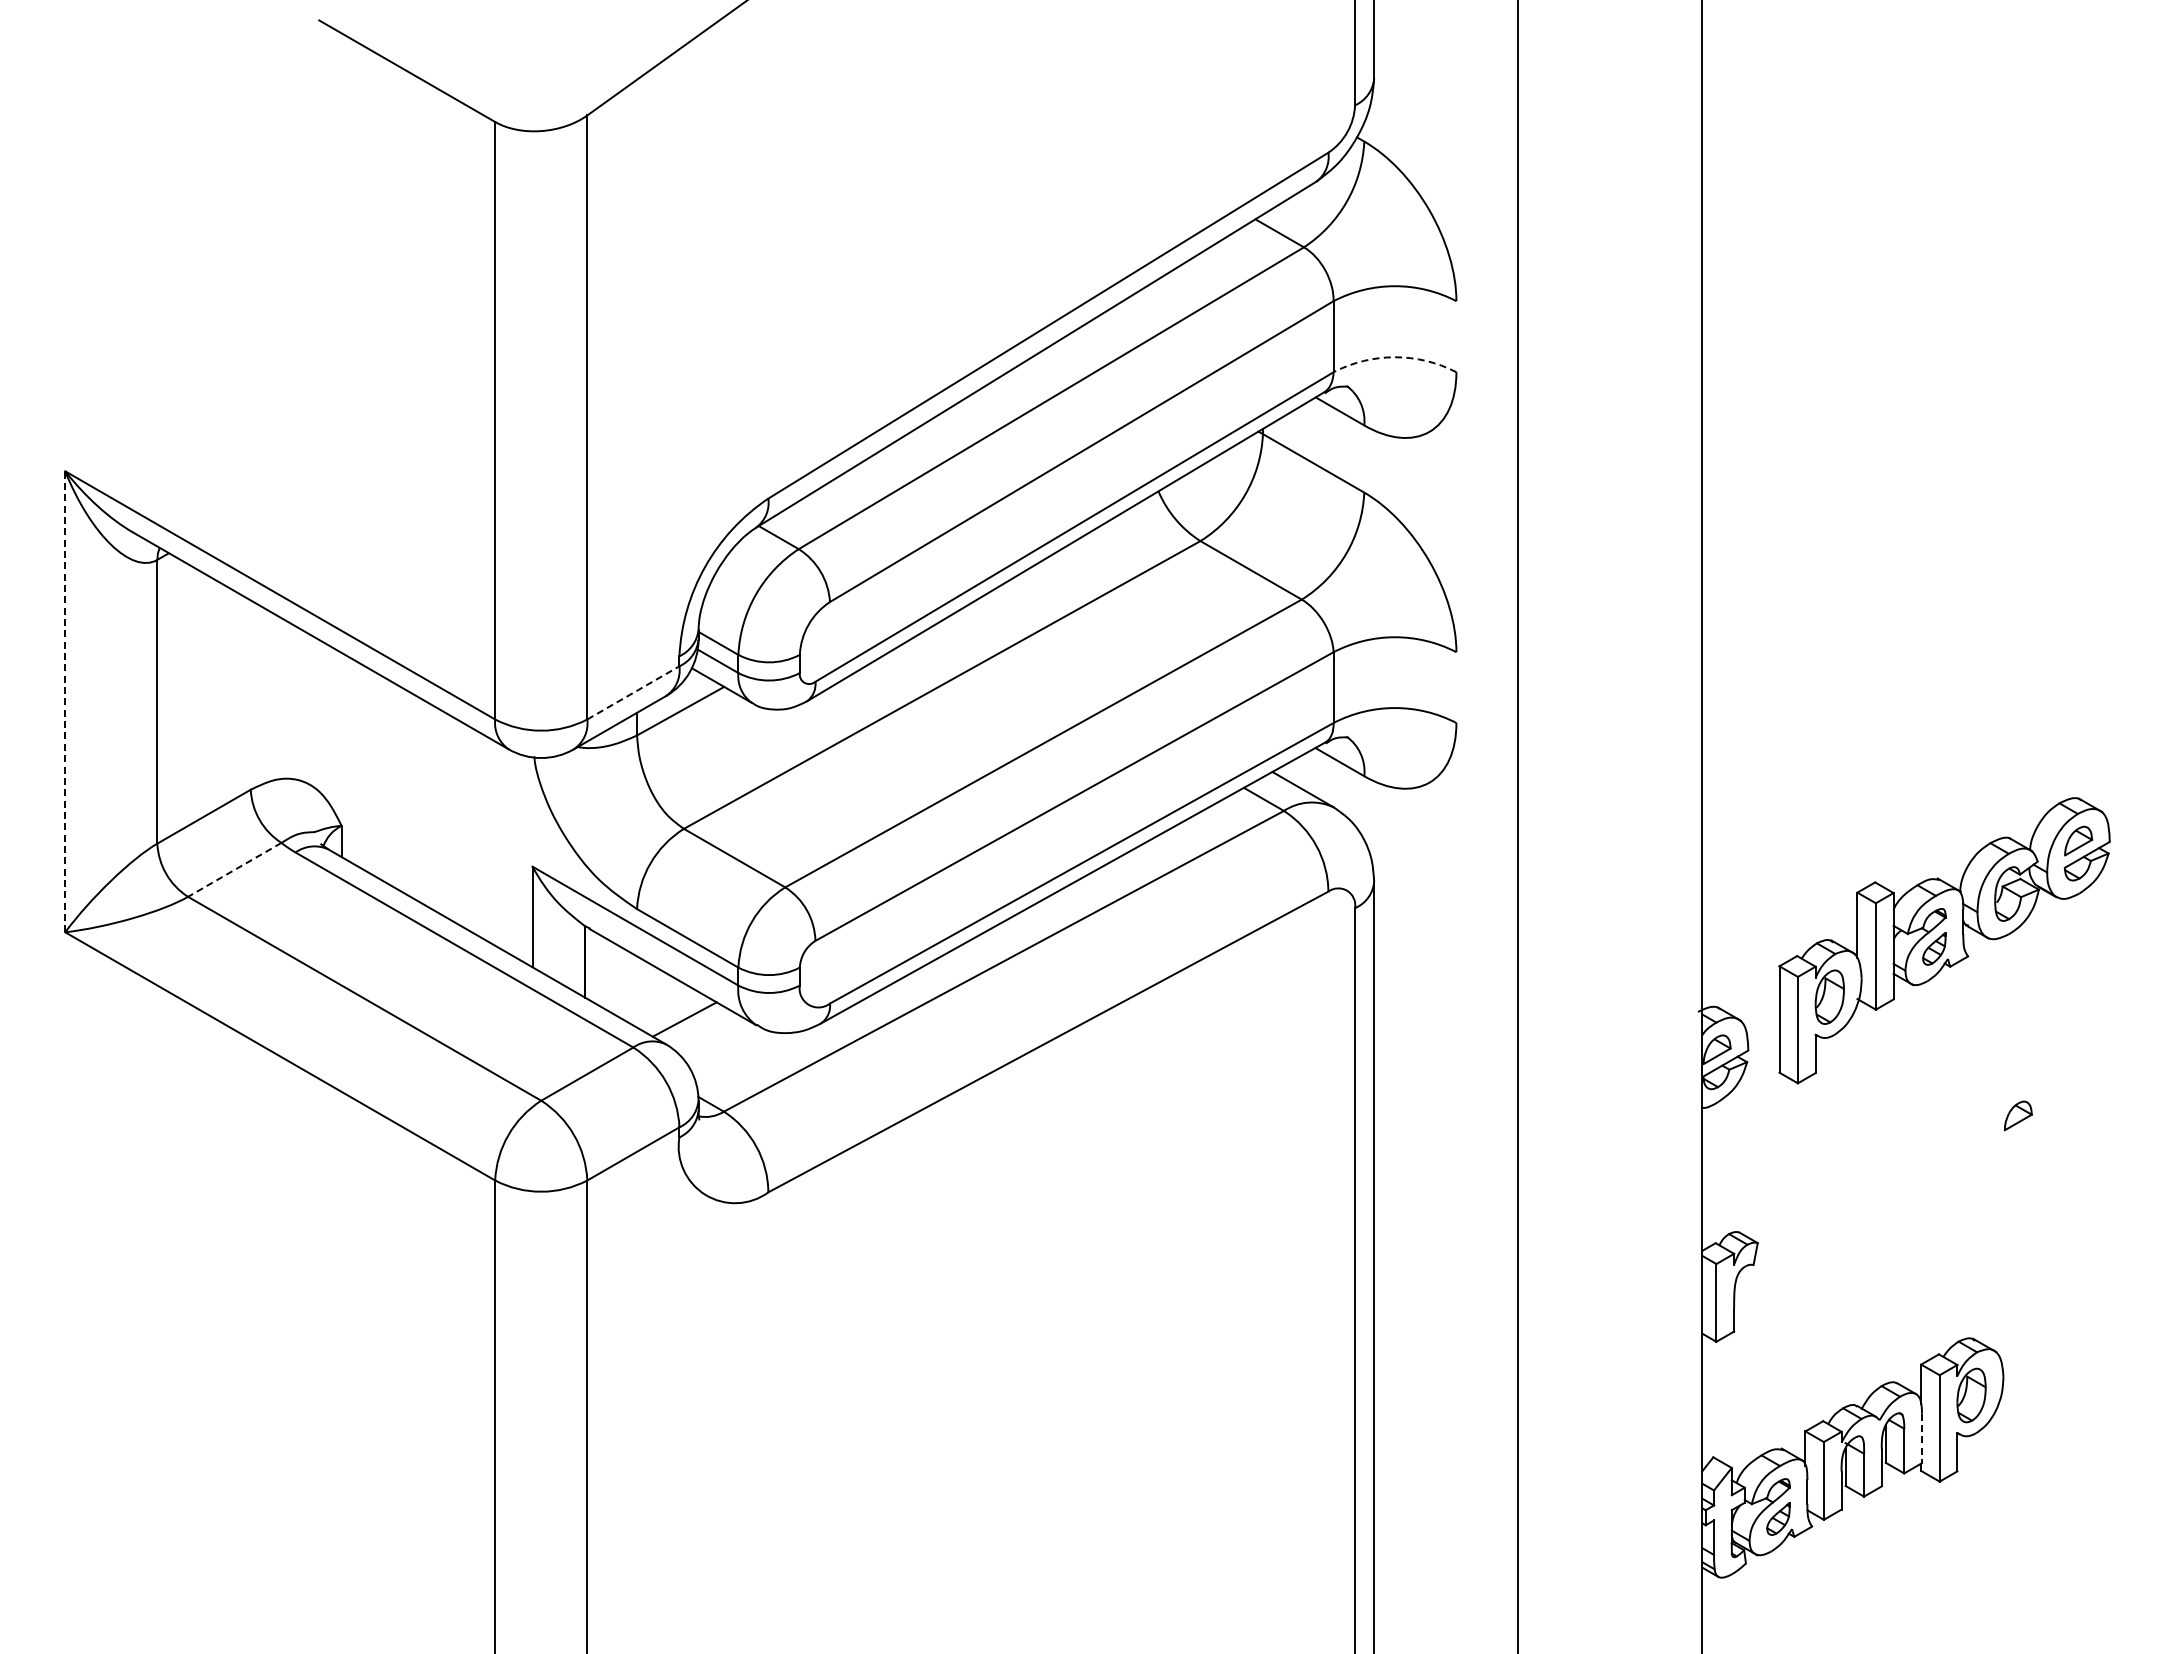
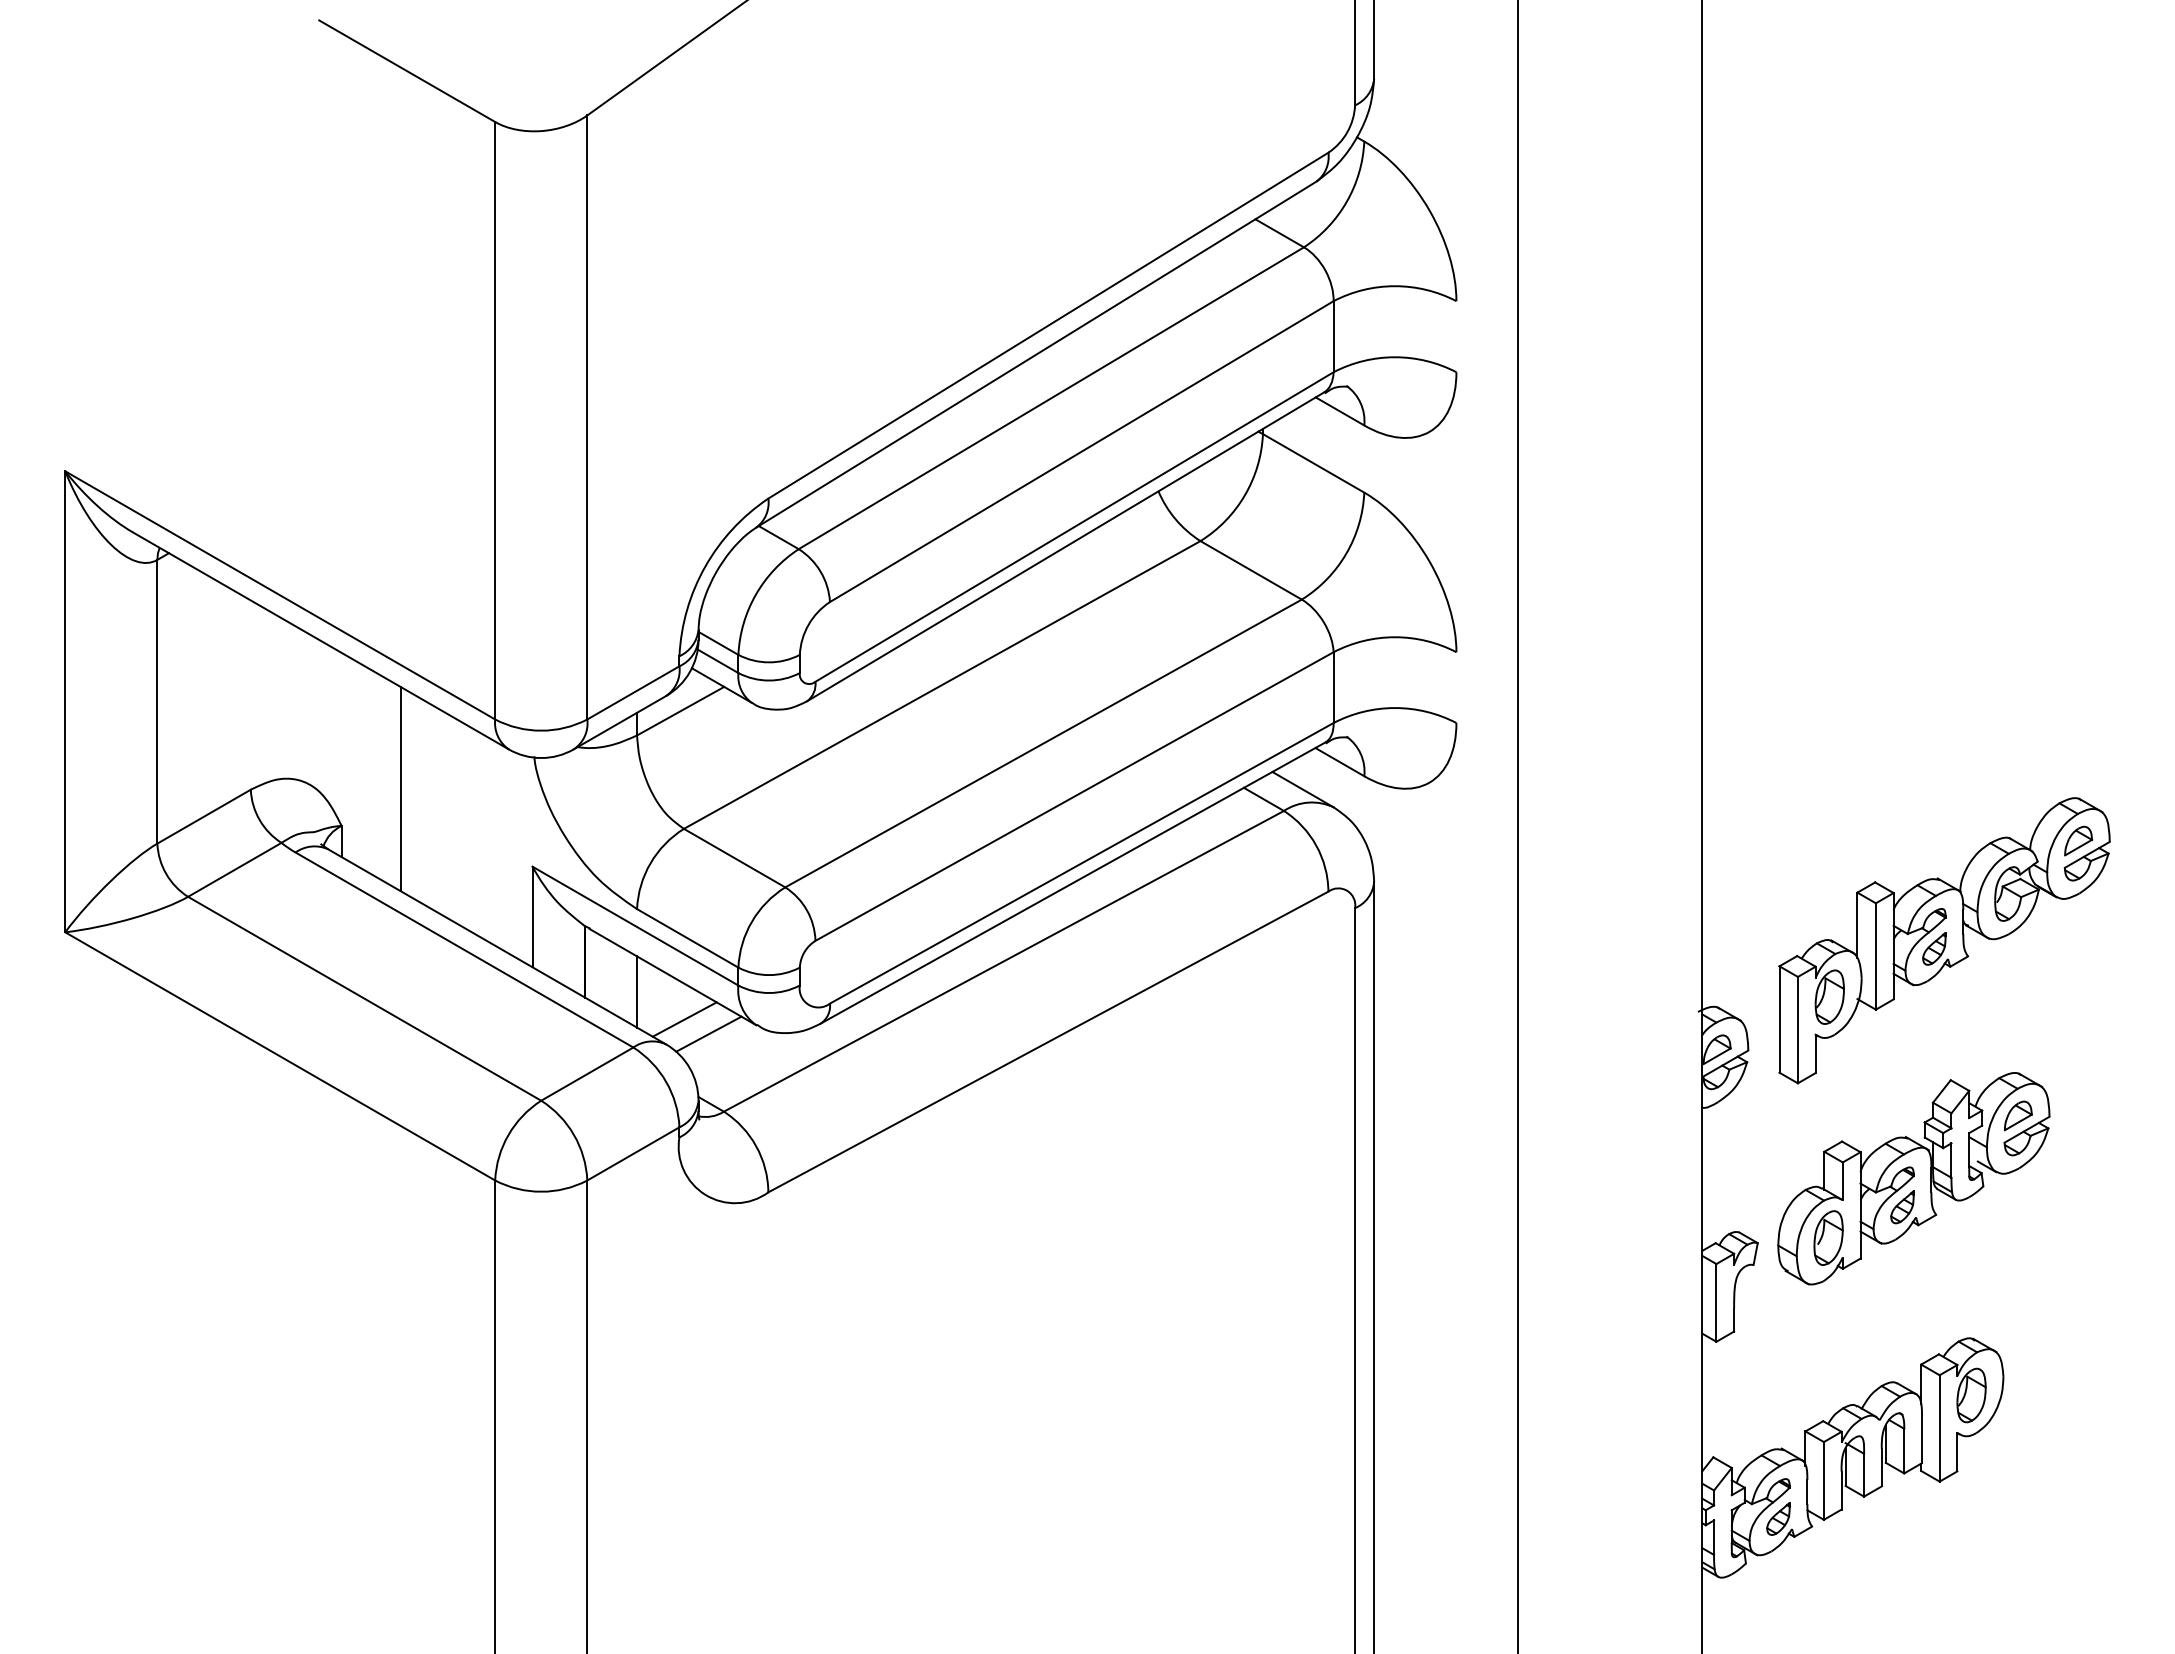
arc at (1395, 357): dashed -> solid
line at (633, 692): dashed -> solid
line at (65, 701): dashed -> solid
line at (400, 788): none -> present
line at (234, 869): dashed -> solid
line at (637, 991): none -> present
line at (708, 1033): none -> present
part at (1913, 1178): none -> present
line at (1921, 1438): dashed -> solid
